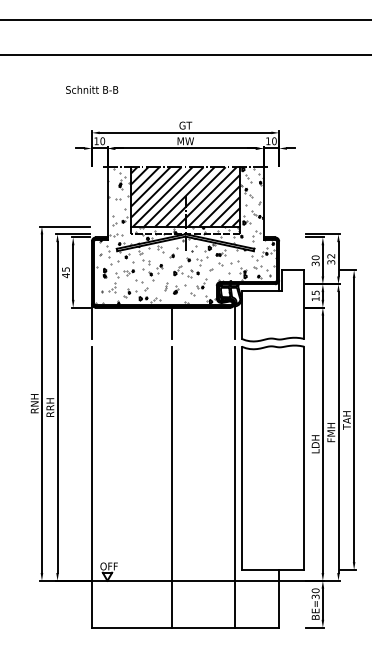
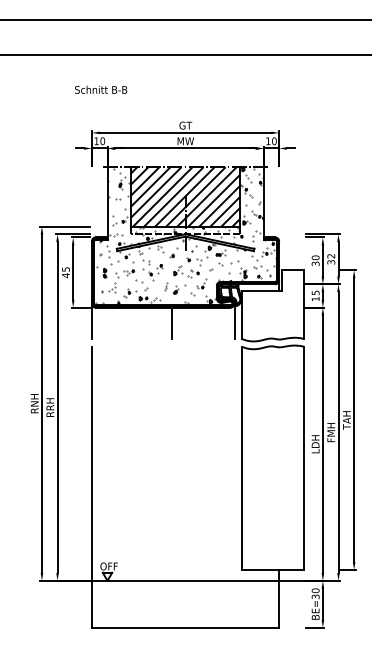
text at (92, 89) position: (92, 89) -> (101, 89)
line at (172, 486): present -> none
line at (234, 486): present -> none
